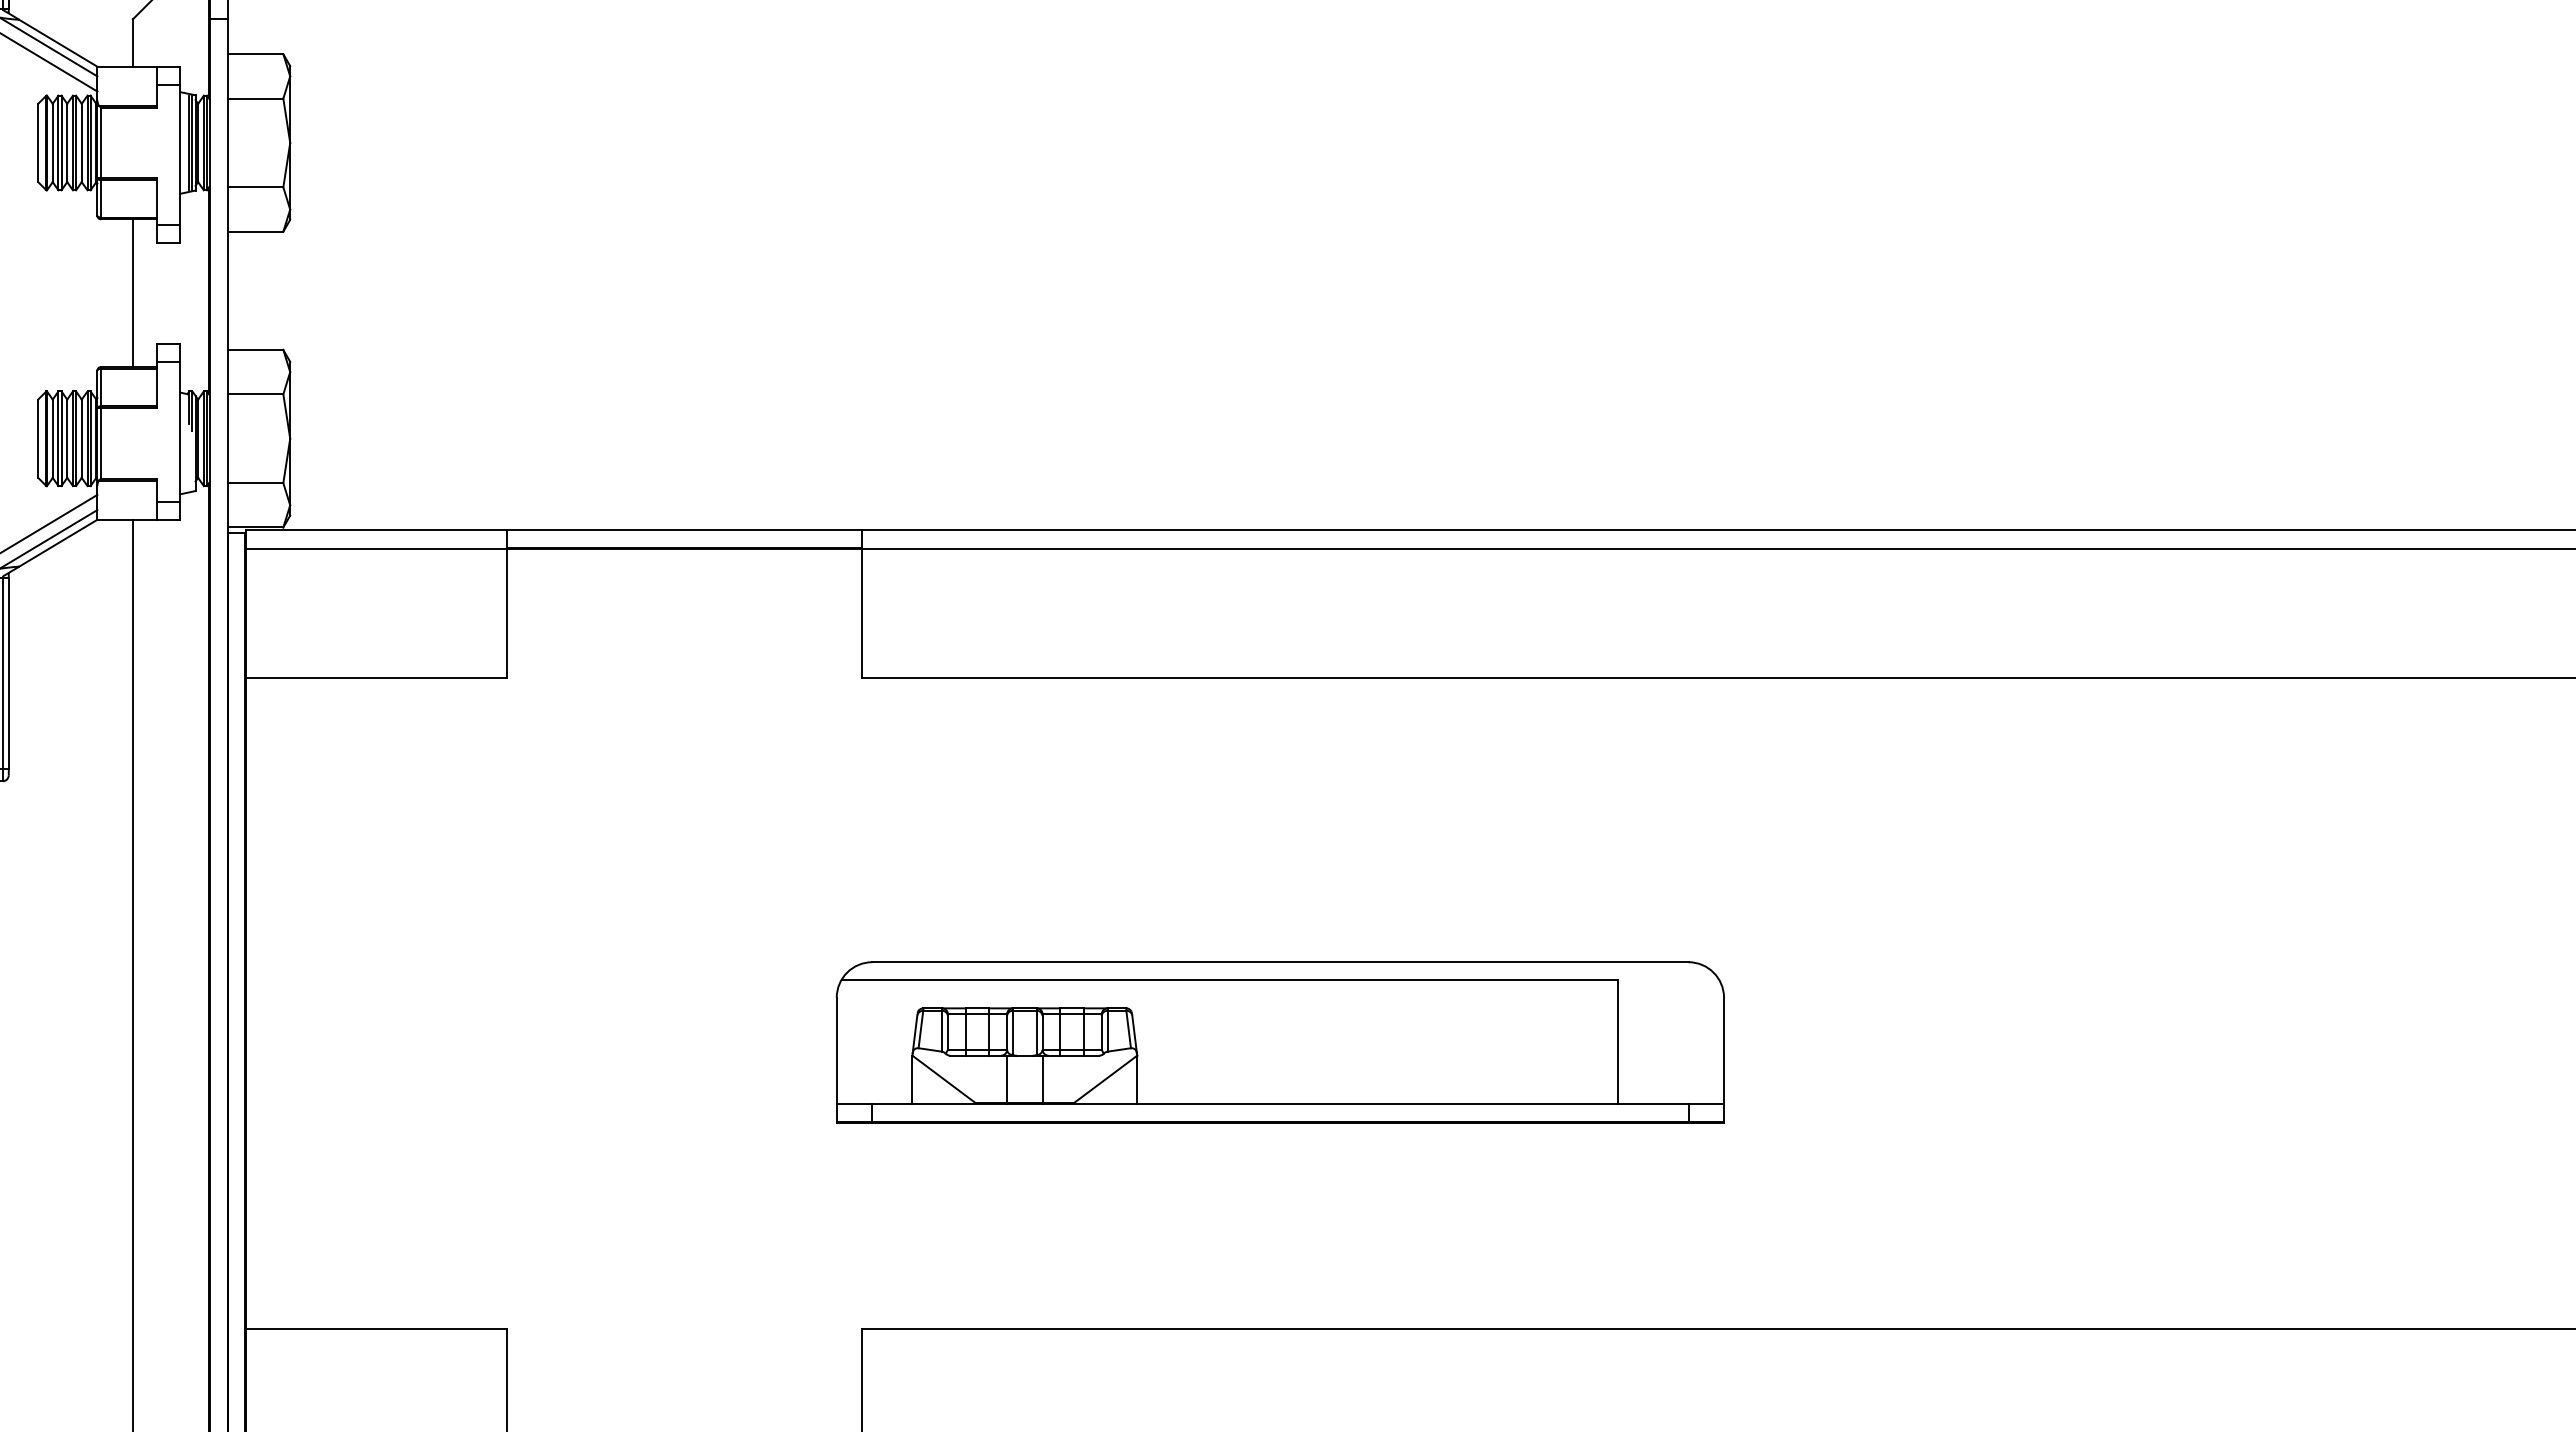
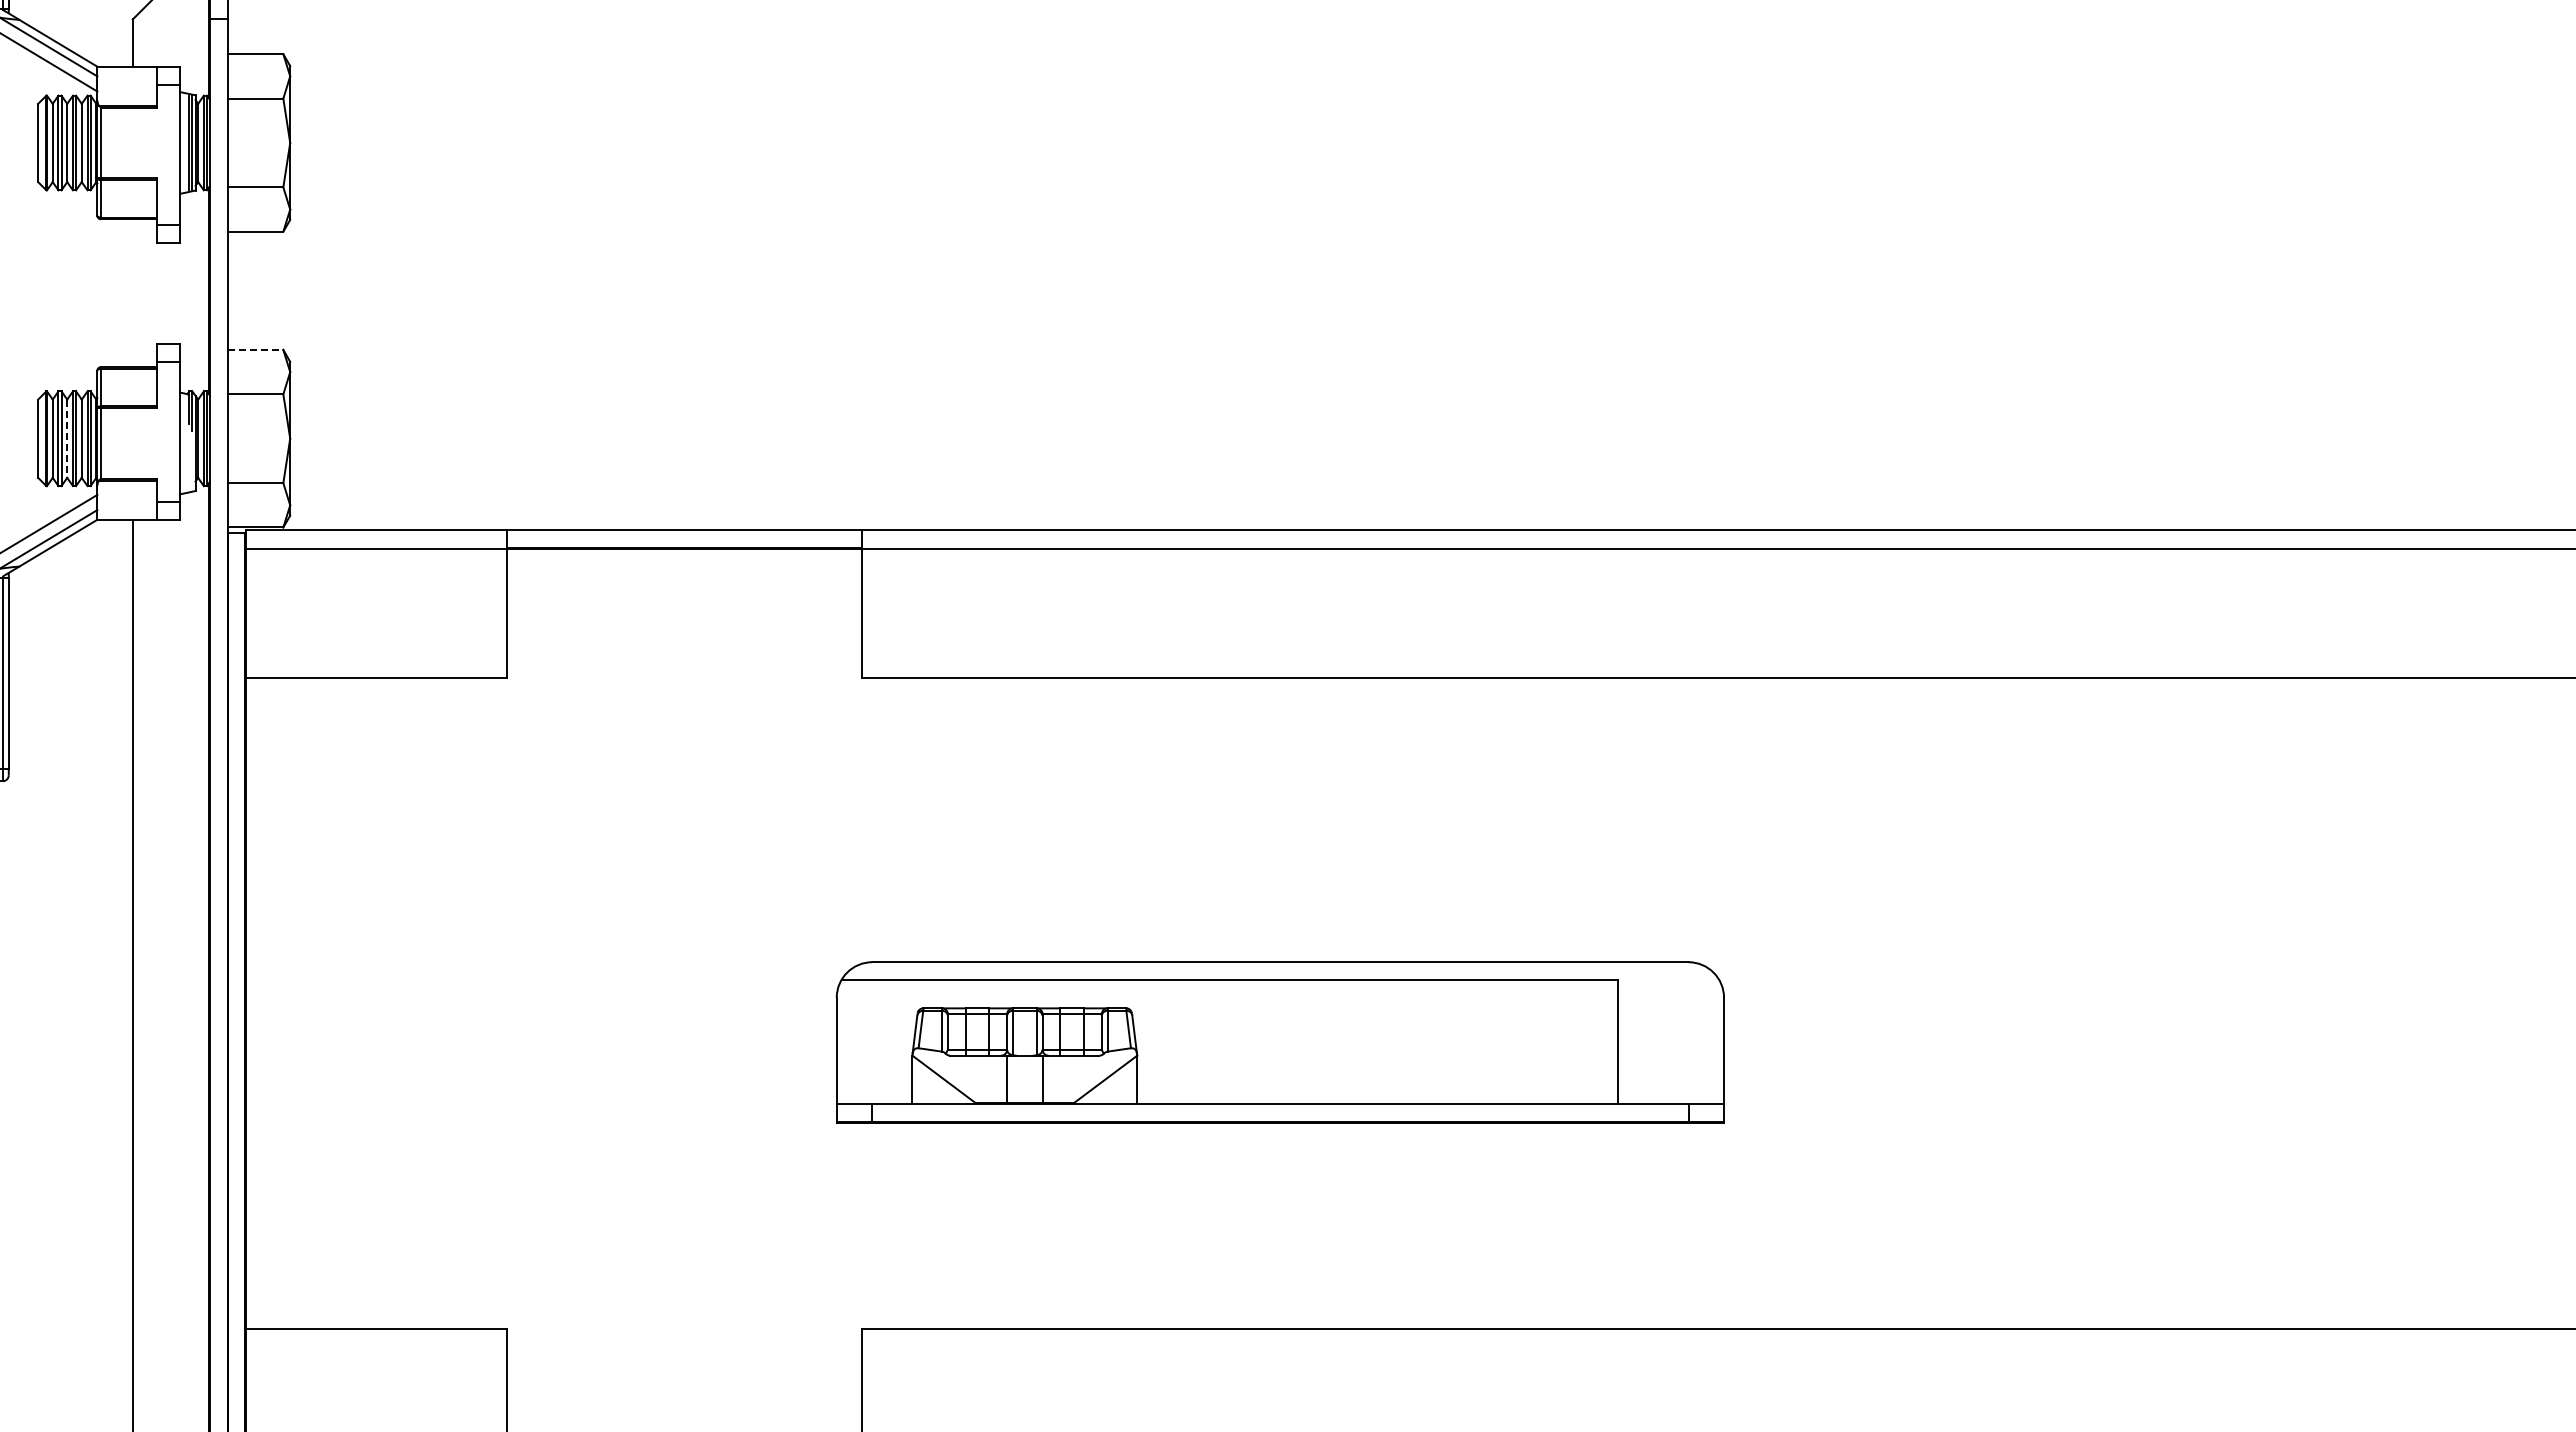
line at (132, 293): present -> none
line at (255, 349): solid -> dashed
line at (67, 439): solid -> dashed
